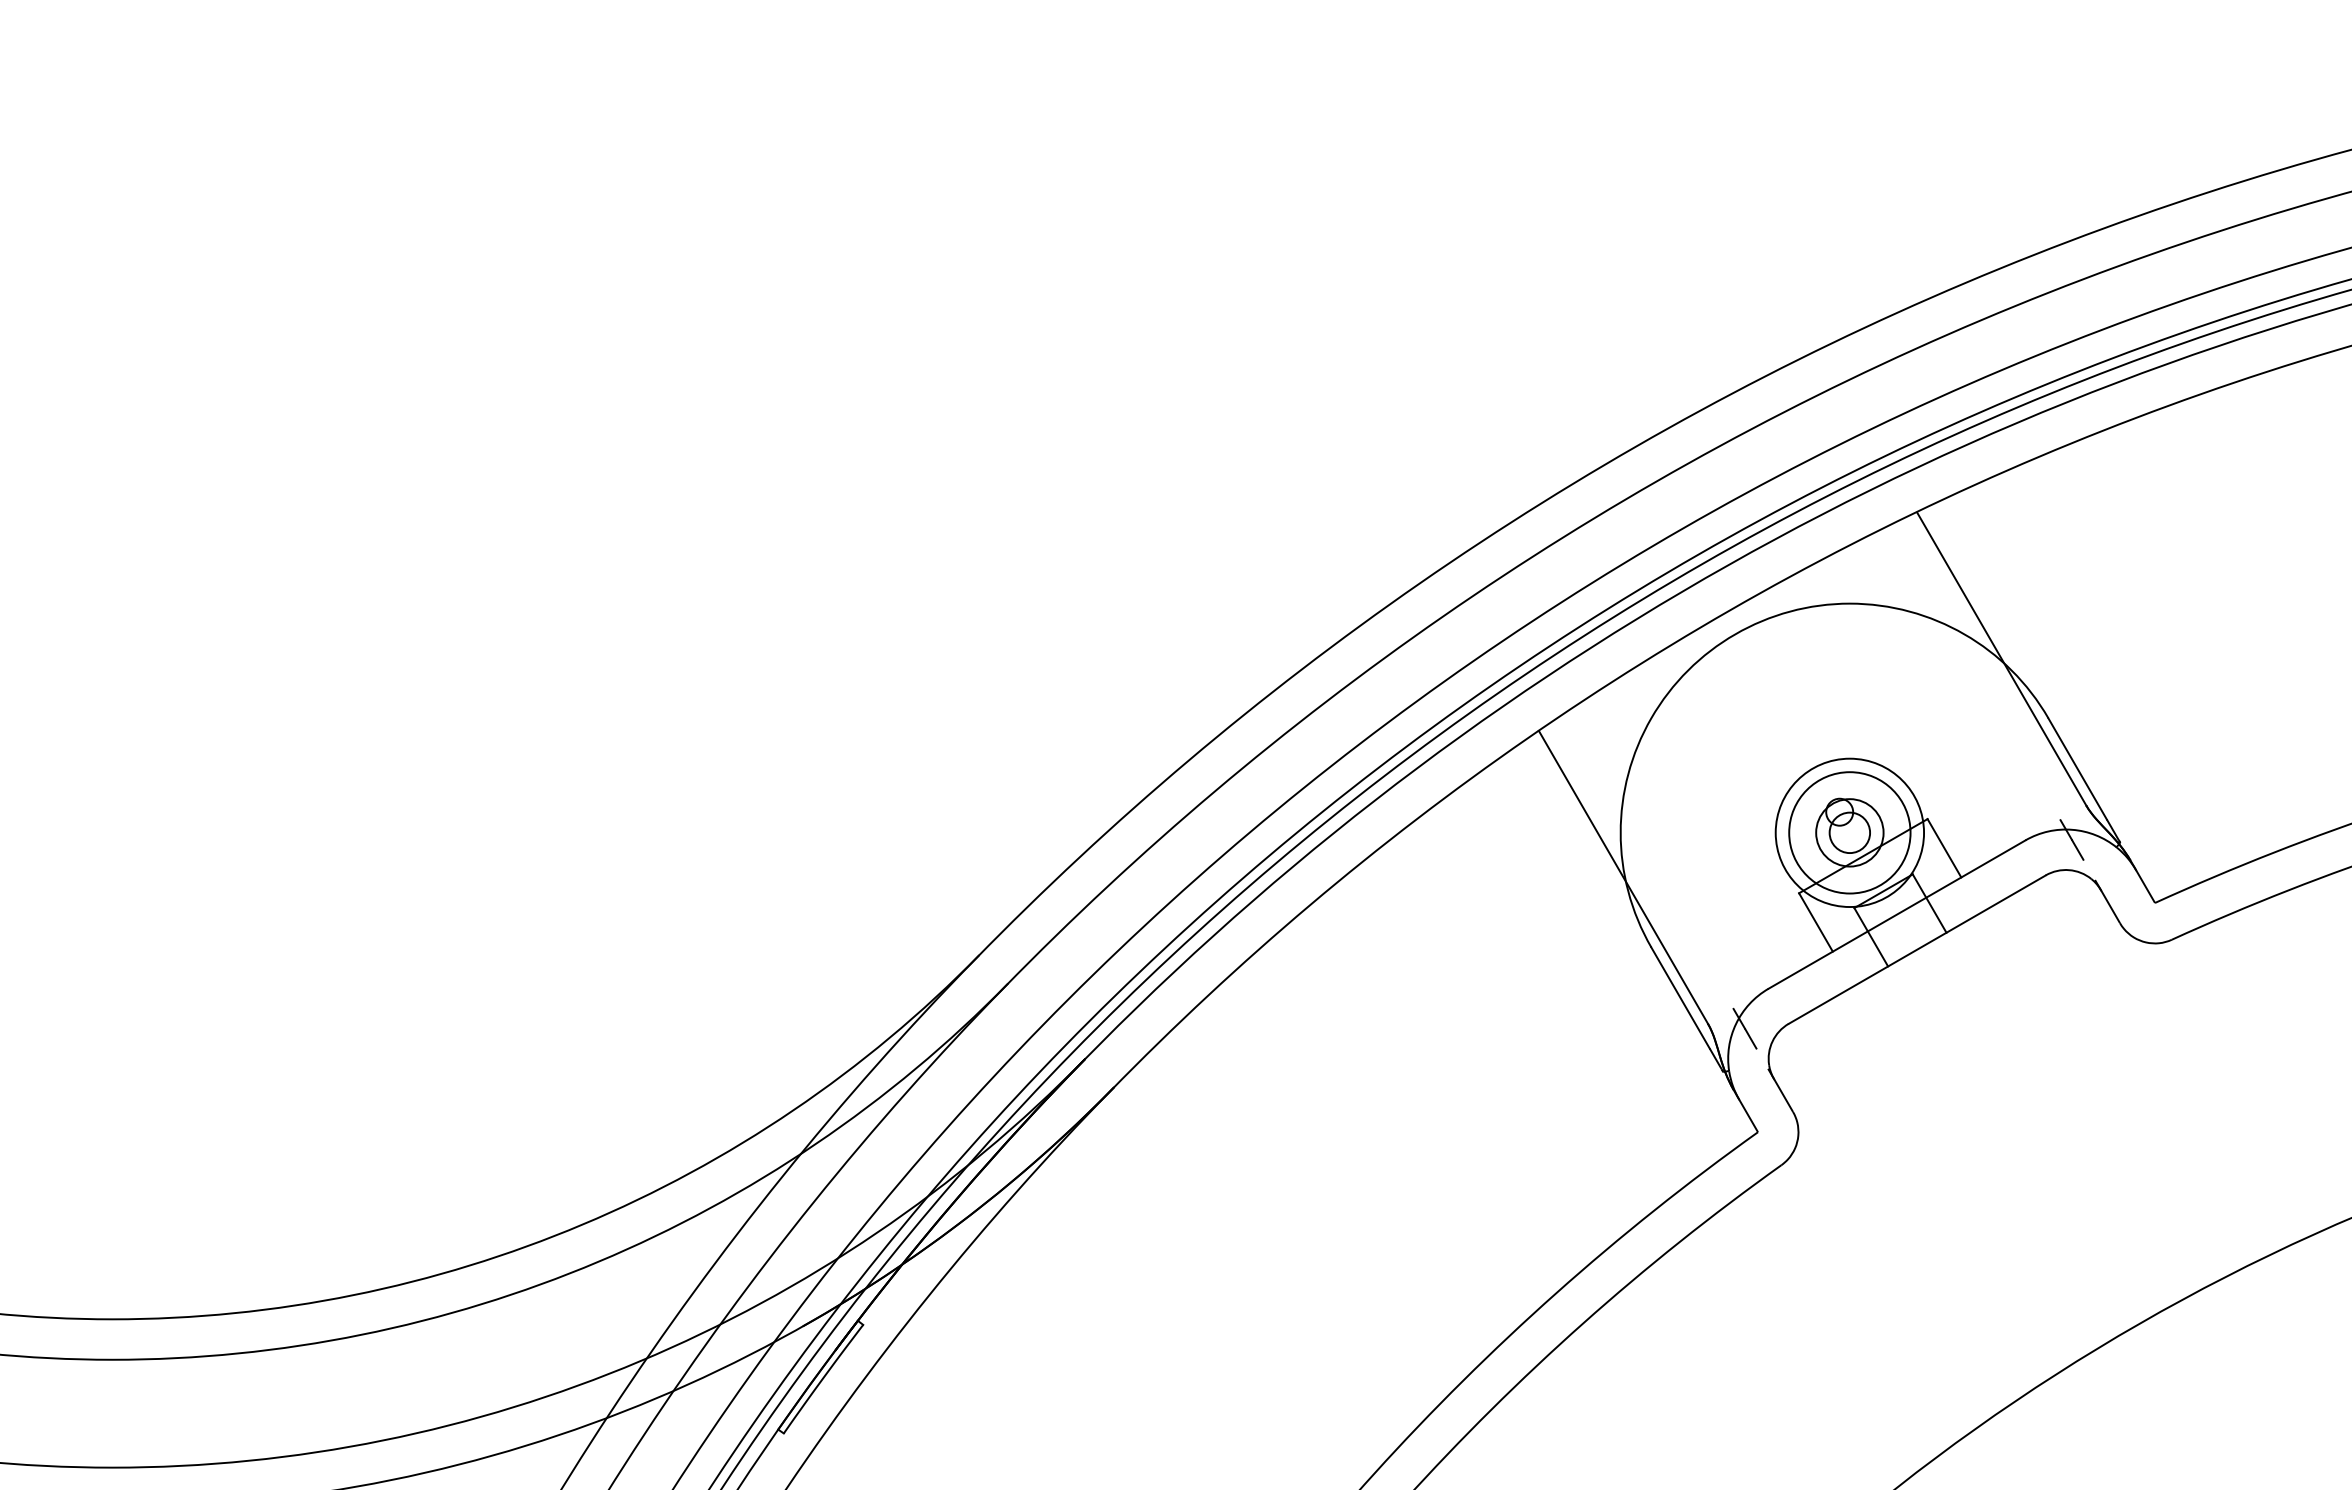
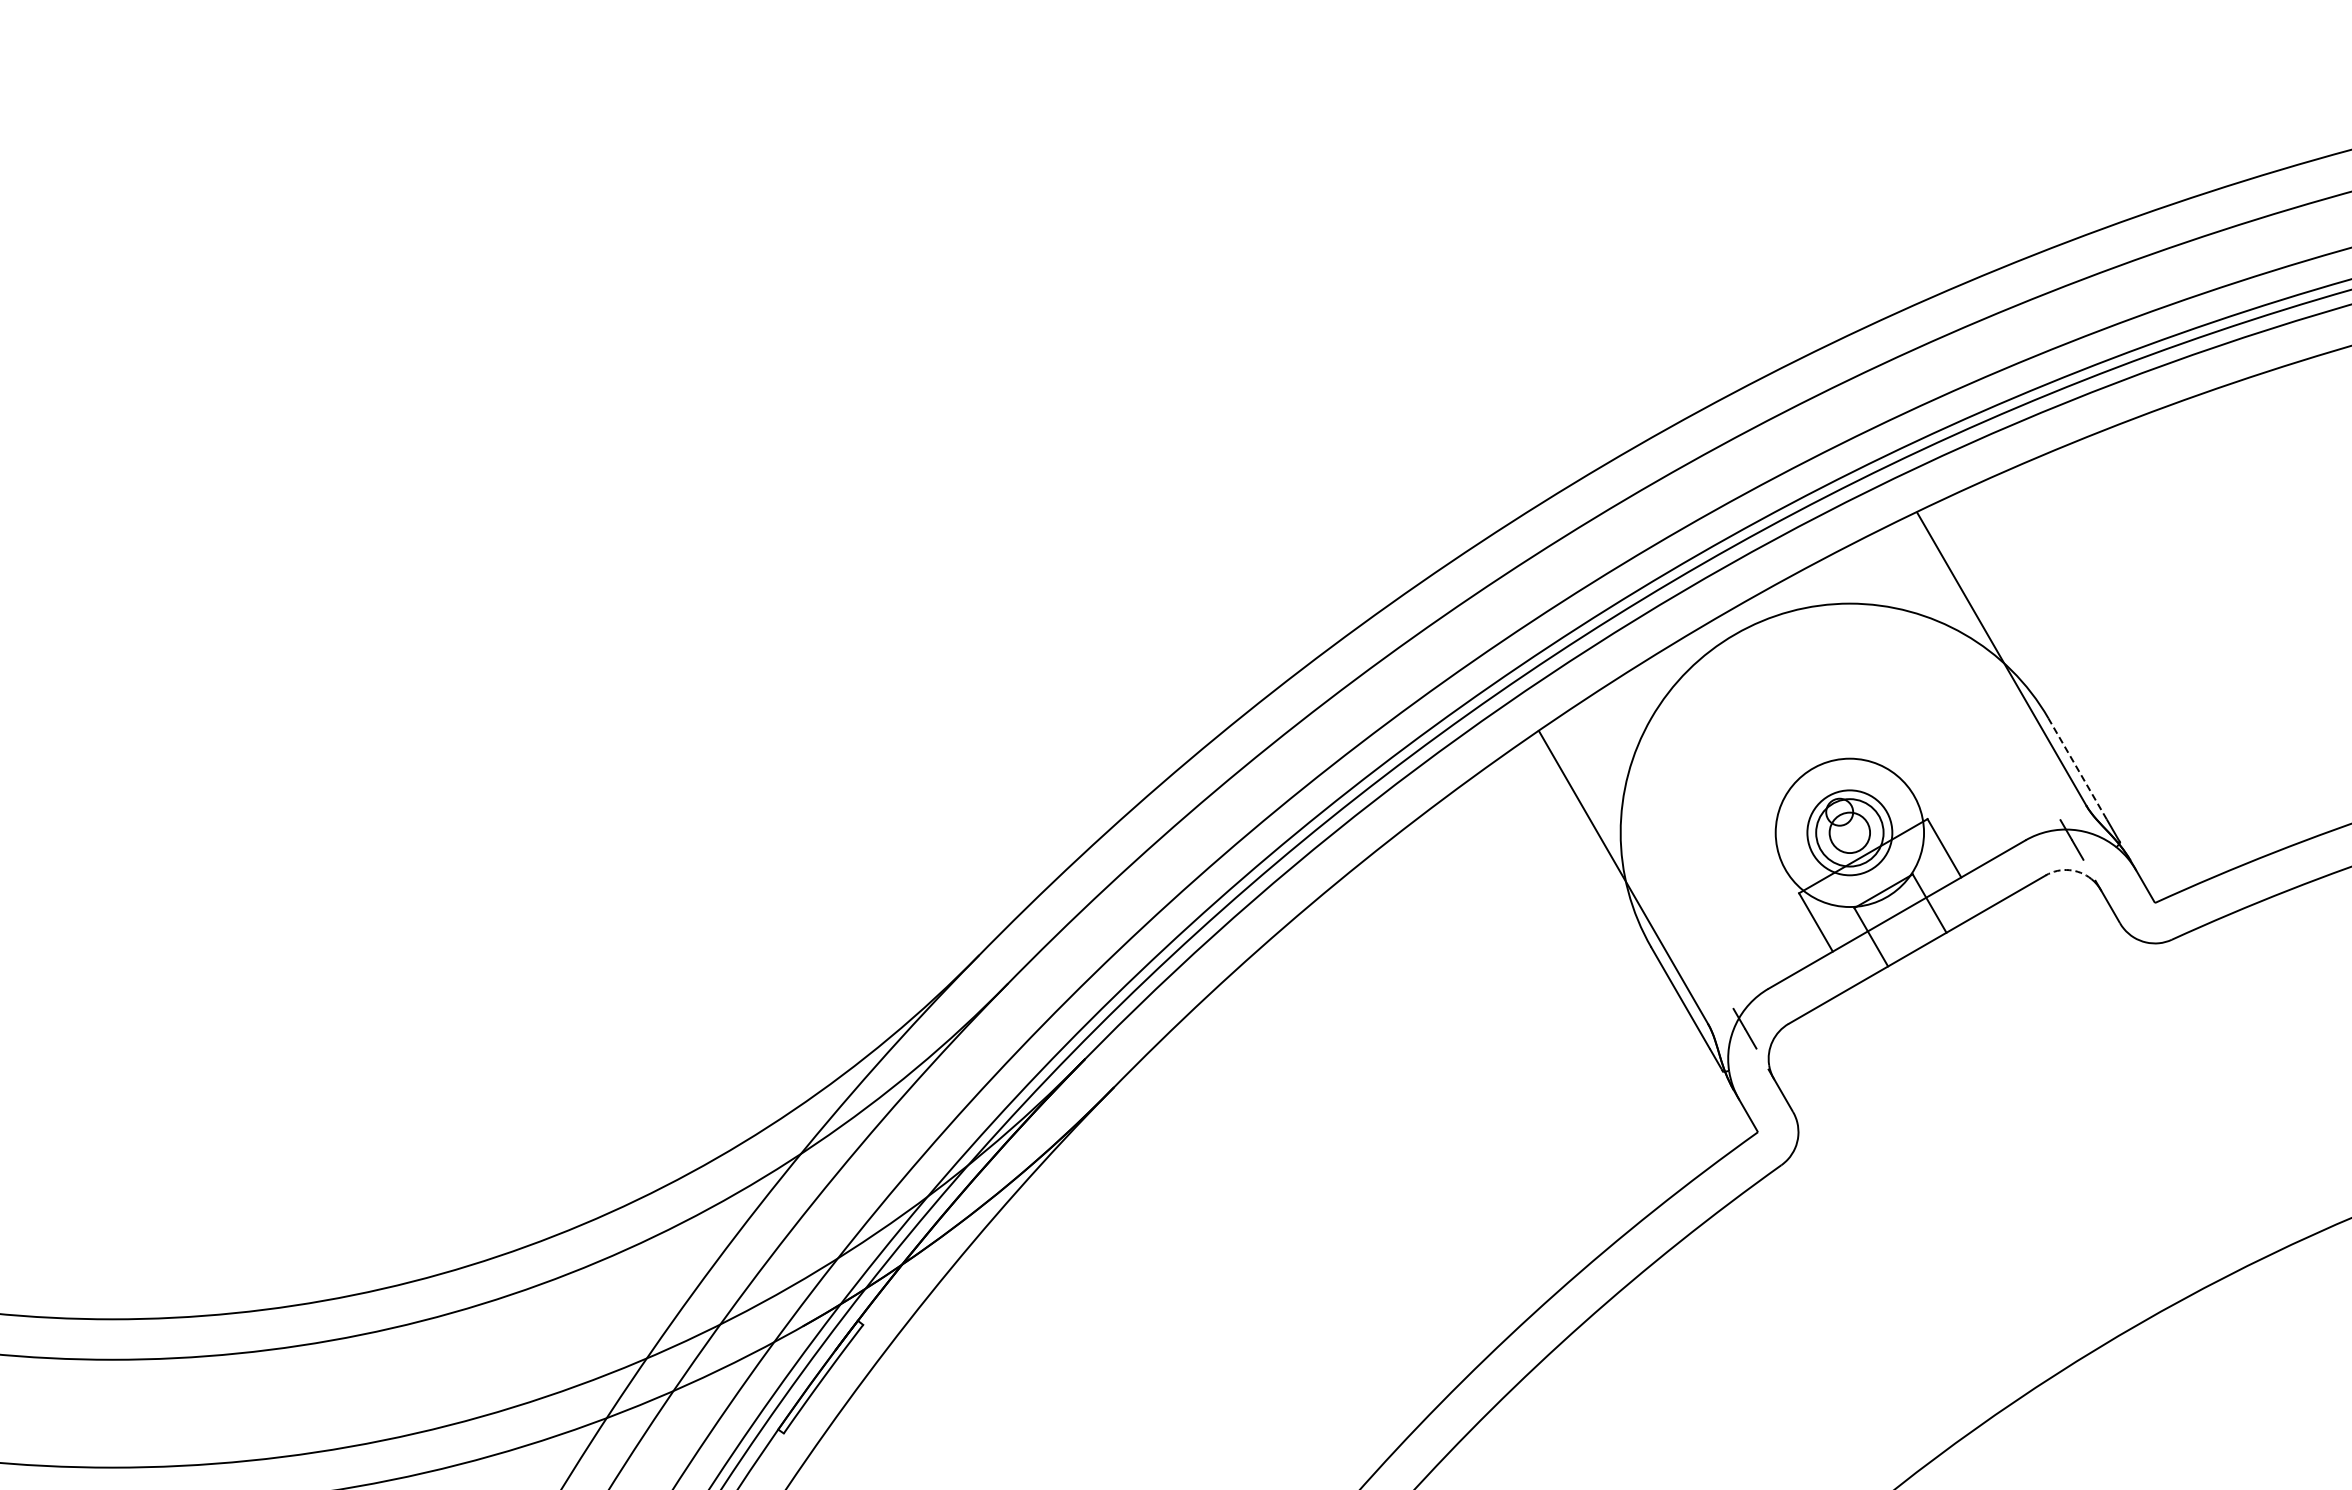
line at (2077, 768): solid -> dashed
circle at (1849, 832) diameter: 121 px -> 85 px
arc at (2069, 870): solid -> dashed
